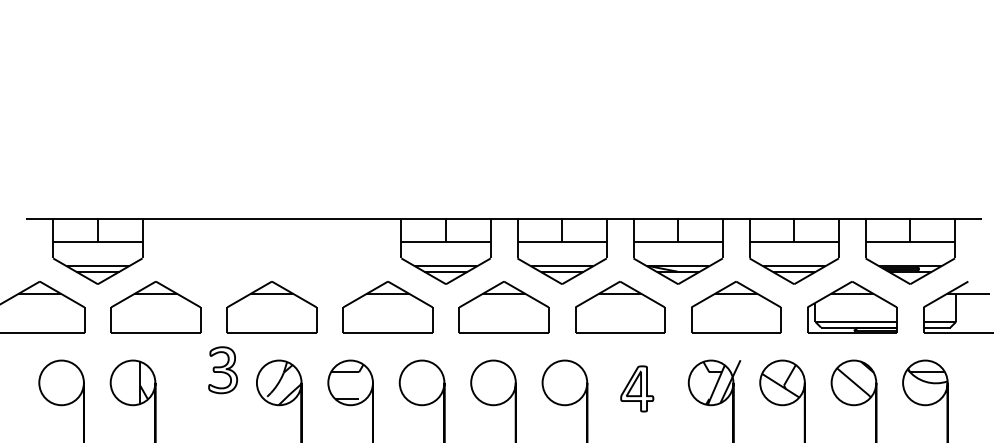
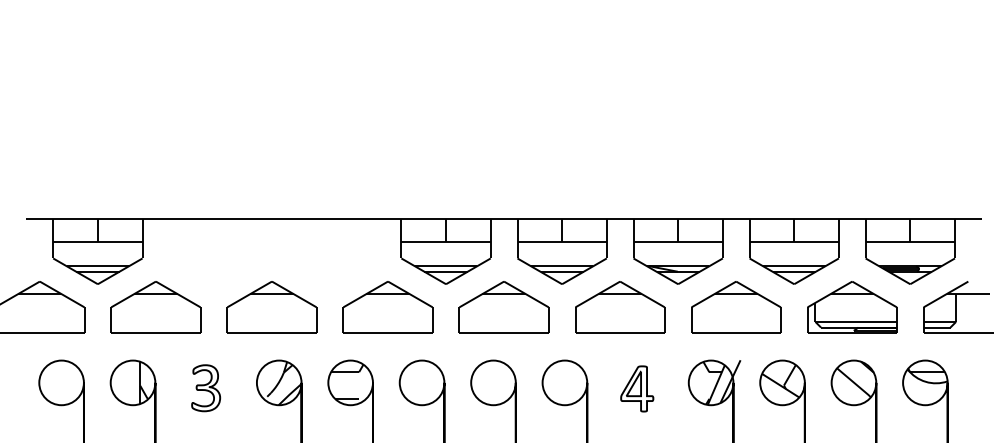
part at (223, 370) position: (223, 370) -> (206, 388)
